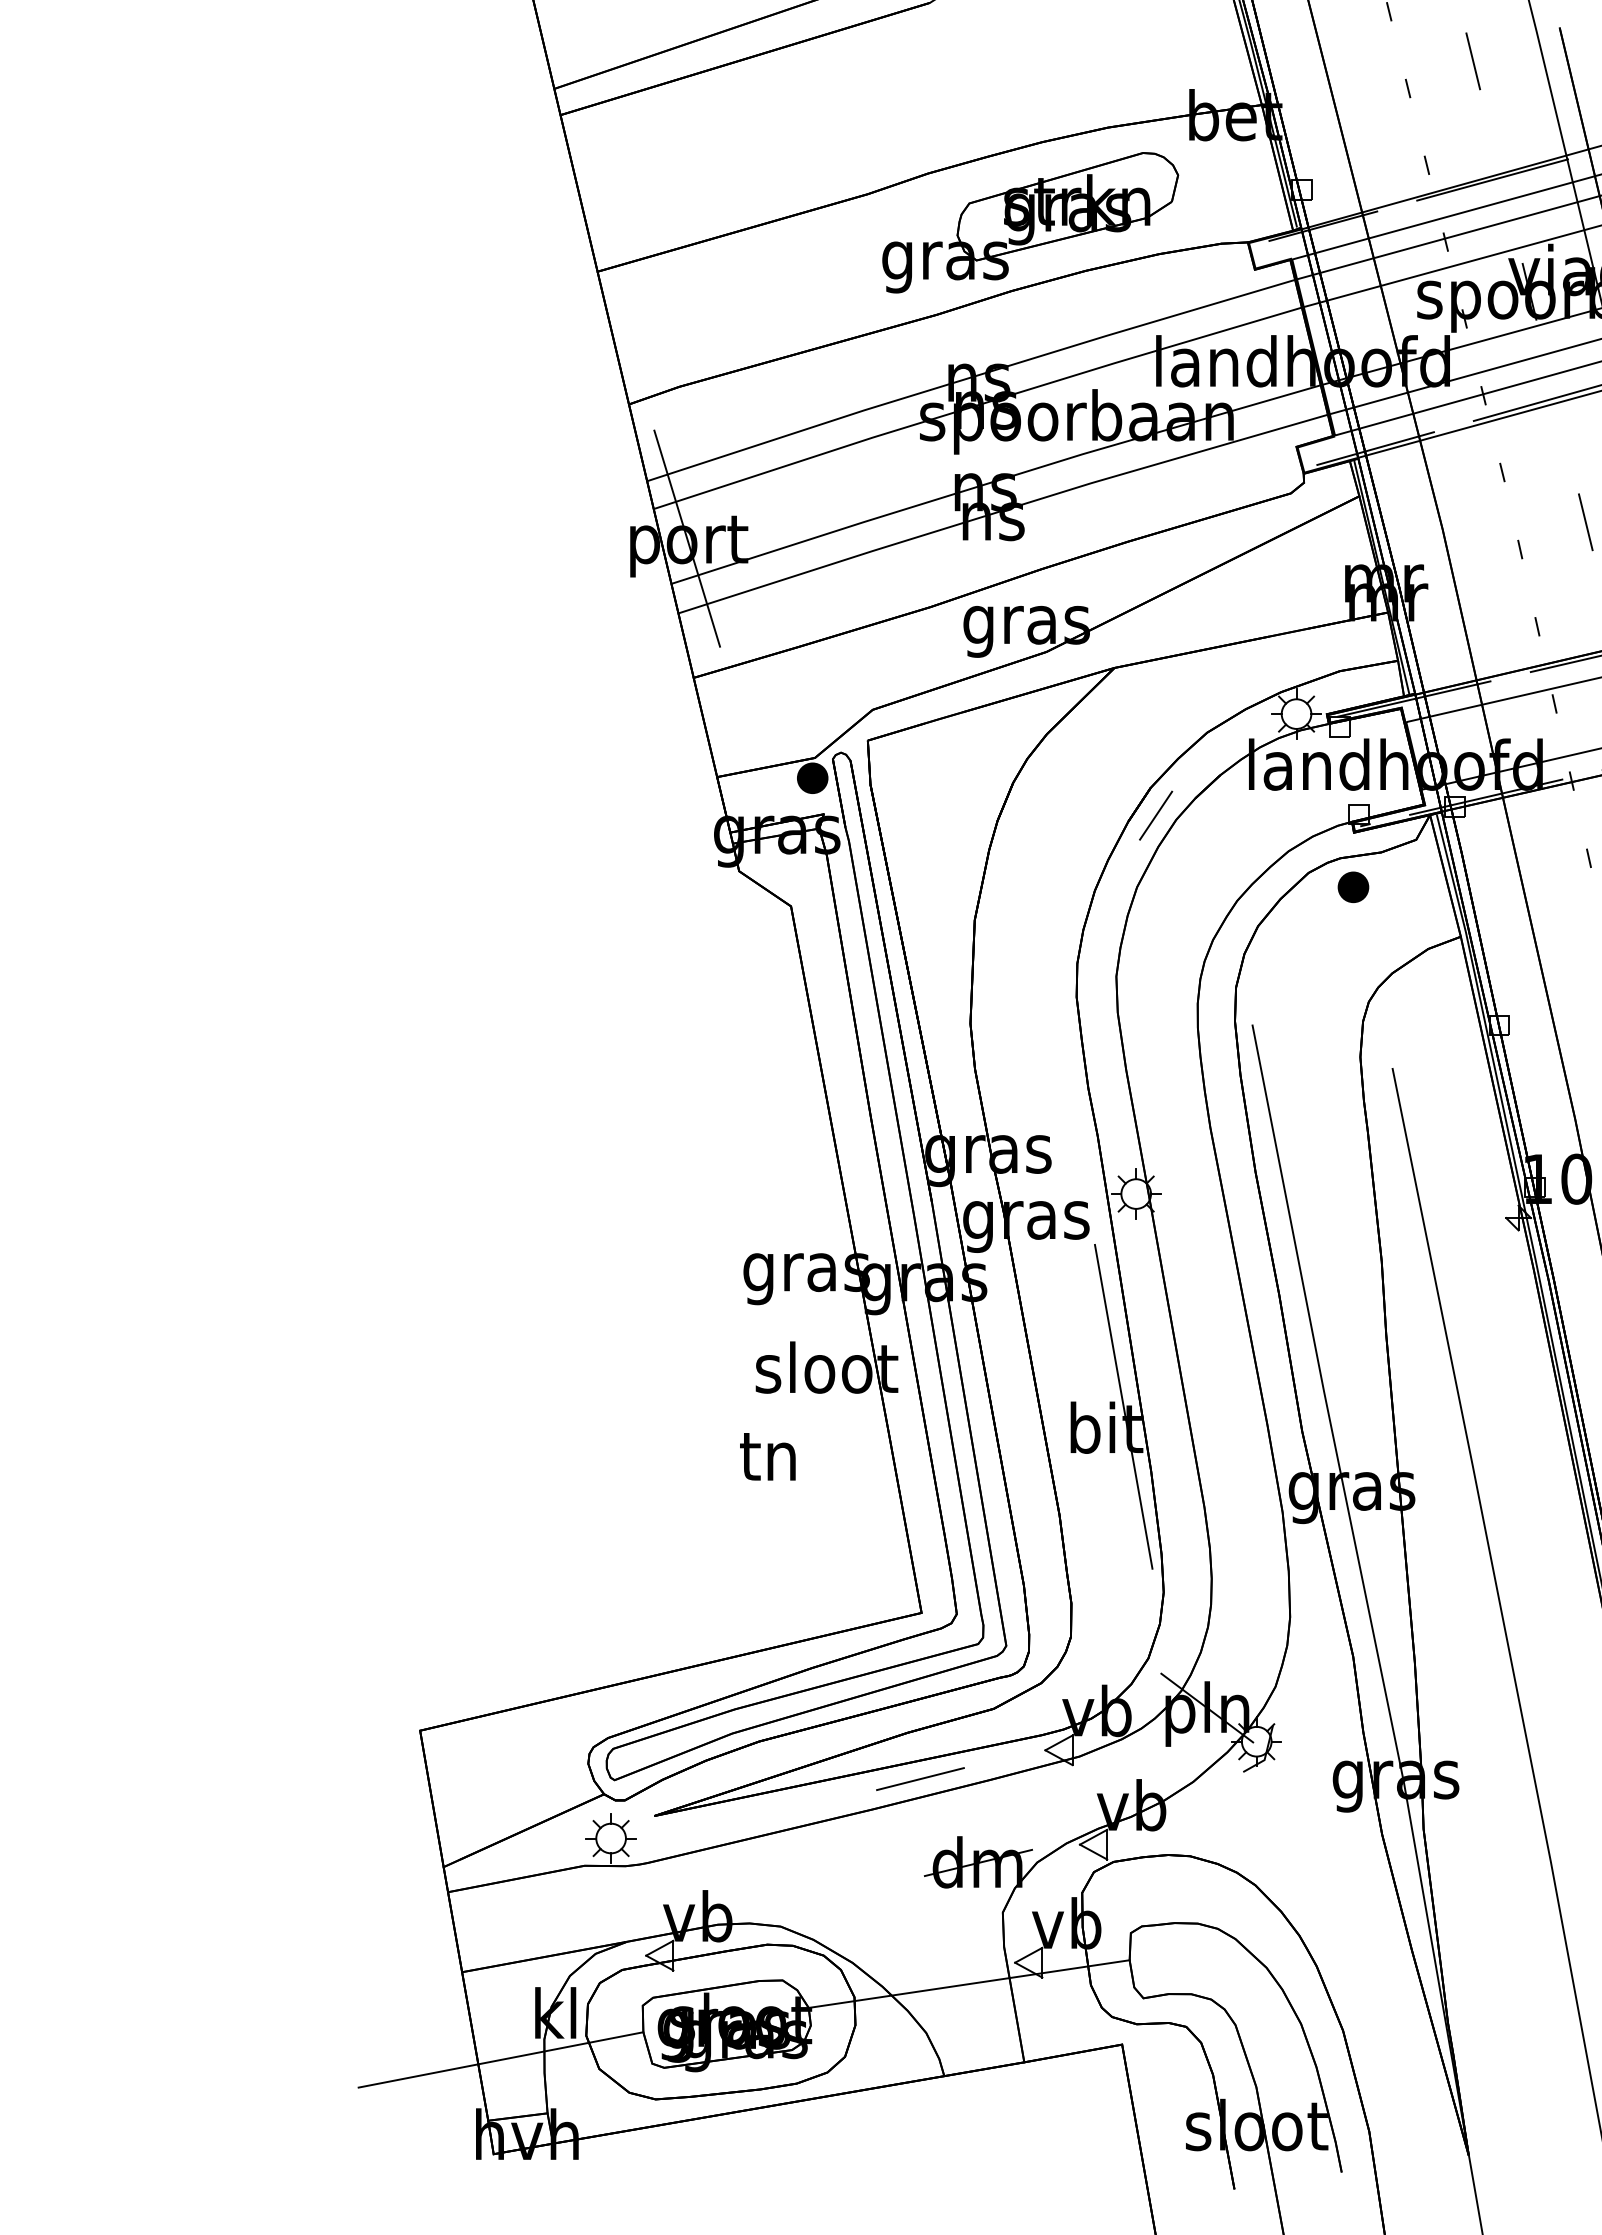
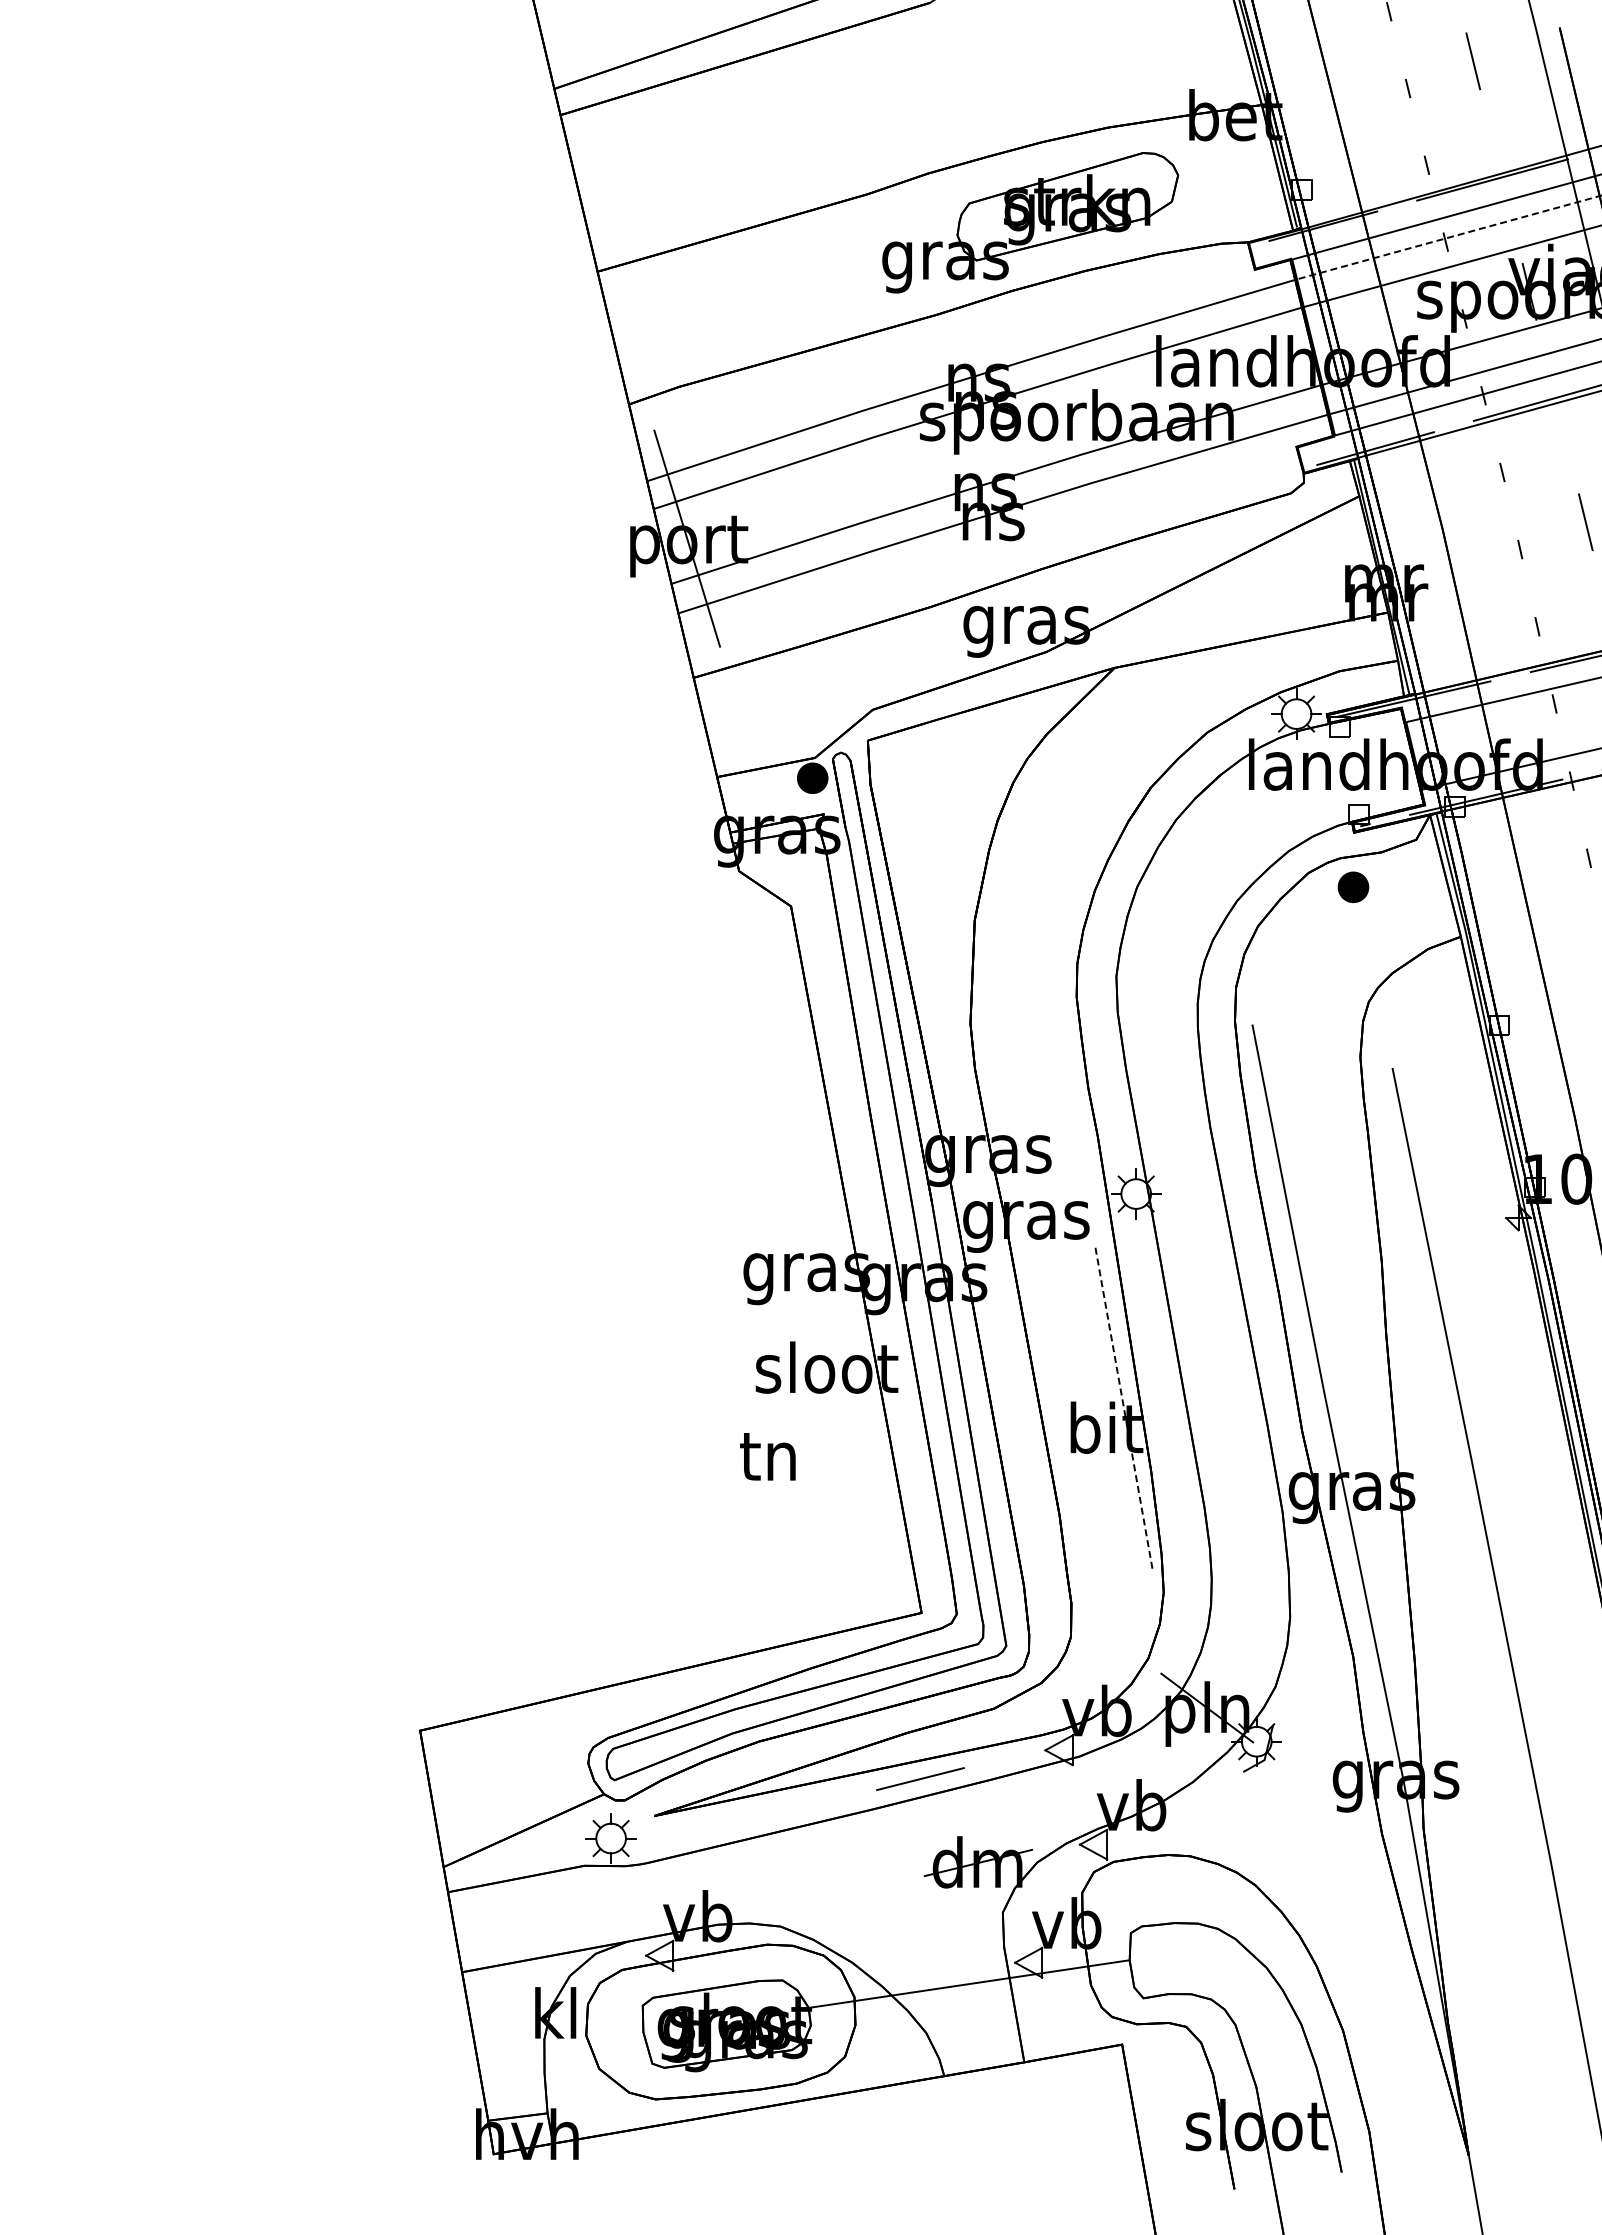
line at (1448, 237): solid -> dashed
line at (1156, 815): present -> none
line at (1123, 1406): solid -> dashed
line at (500, 2059): present -> none
